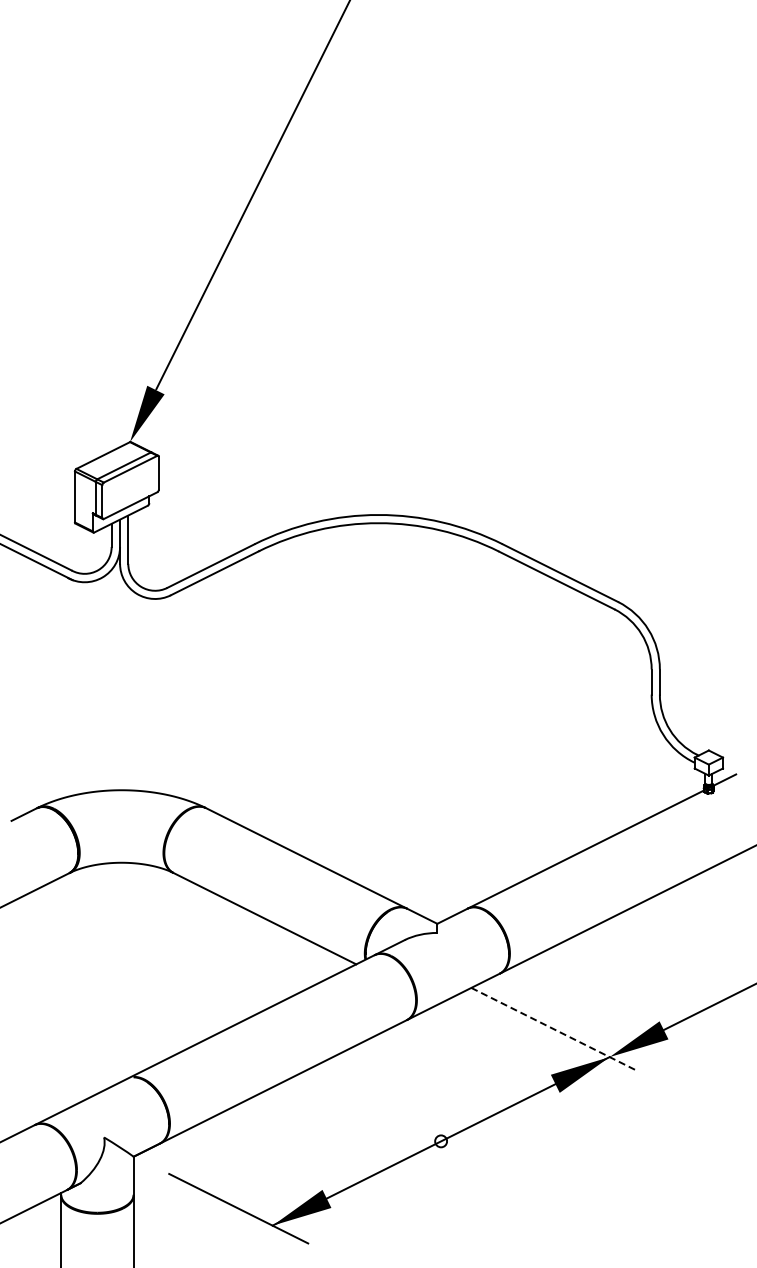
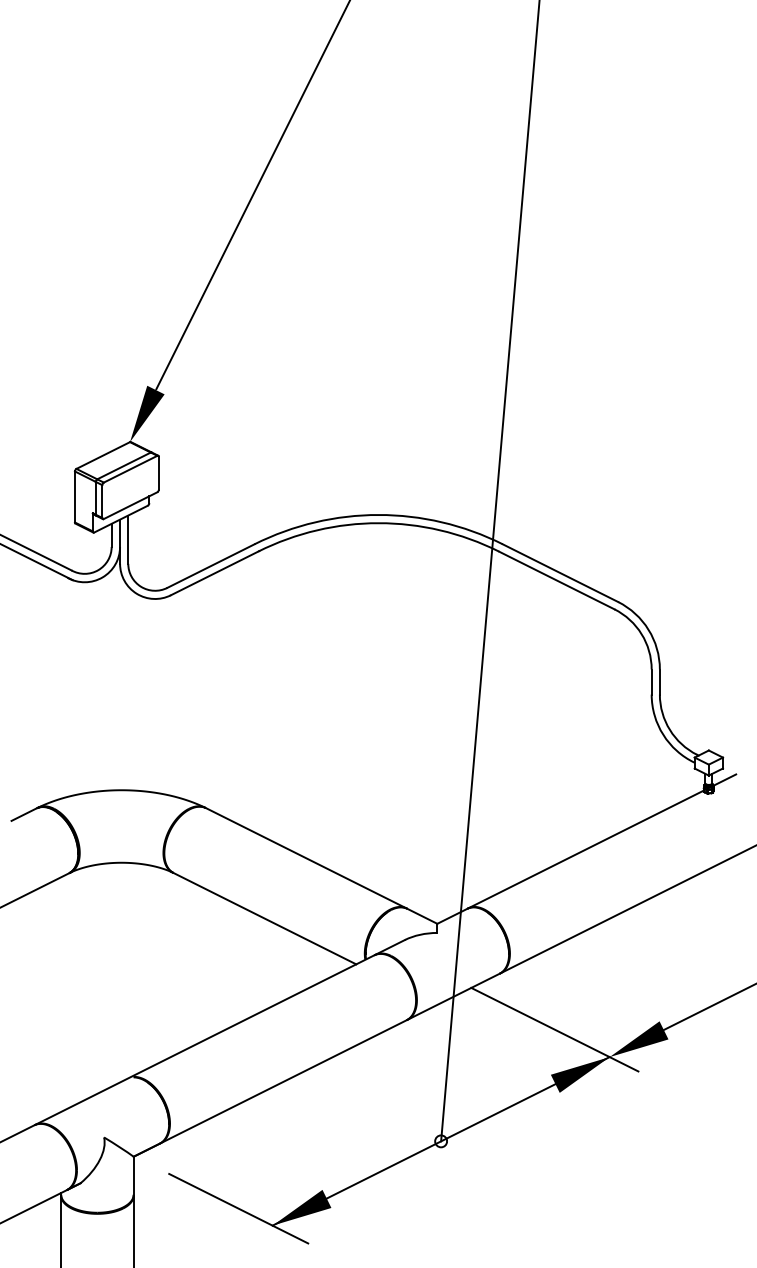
line at (490, 571): none -> present
line at (555, 1029): dashed -> solid
